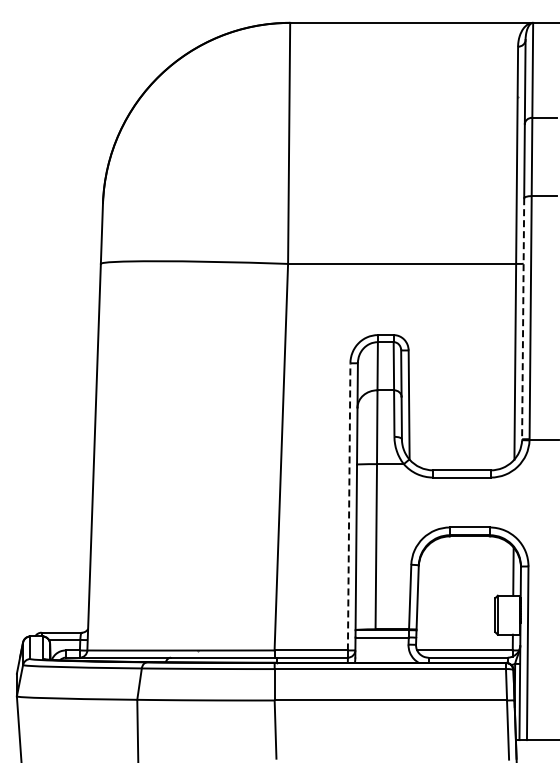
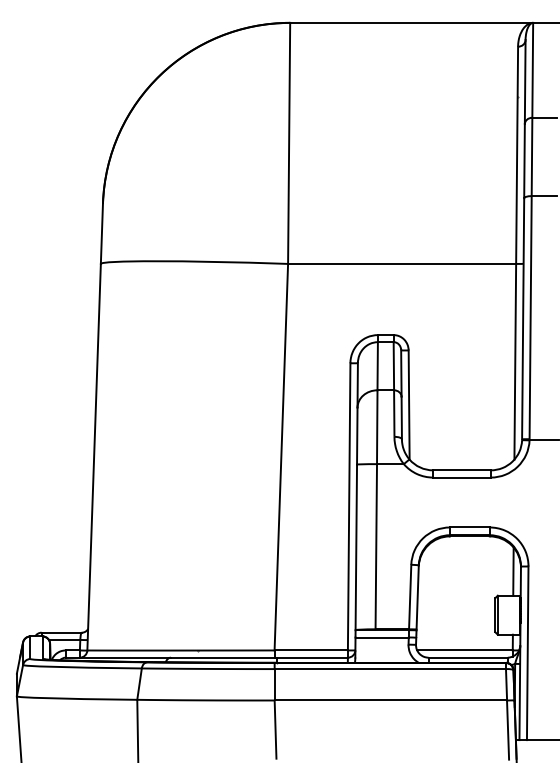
line at (523, 318): dashed -> solid
line at (349, 506): dashed -> solid
